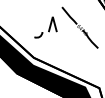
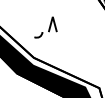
part at (79, 27): present -> none
